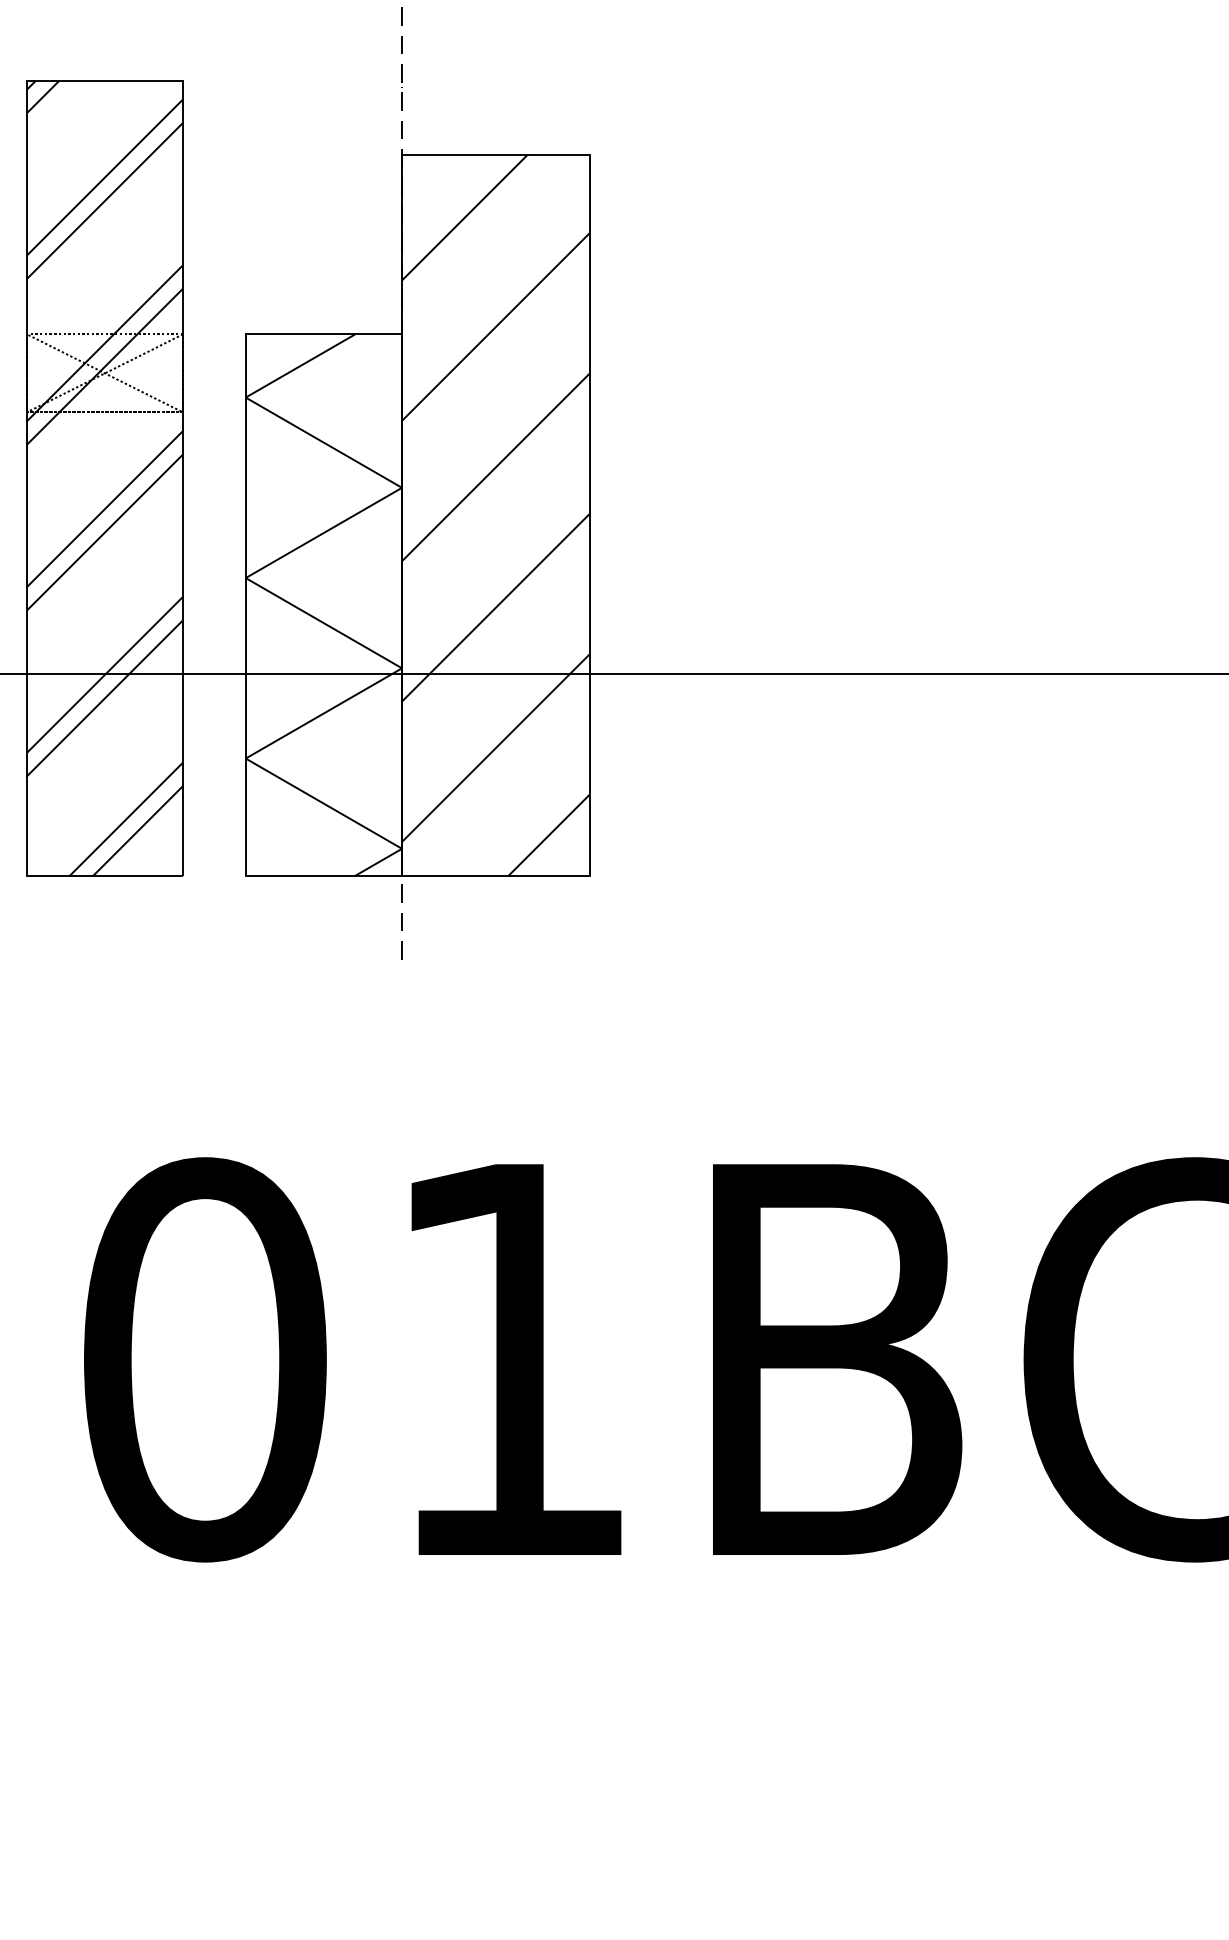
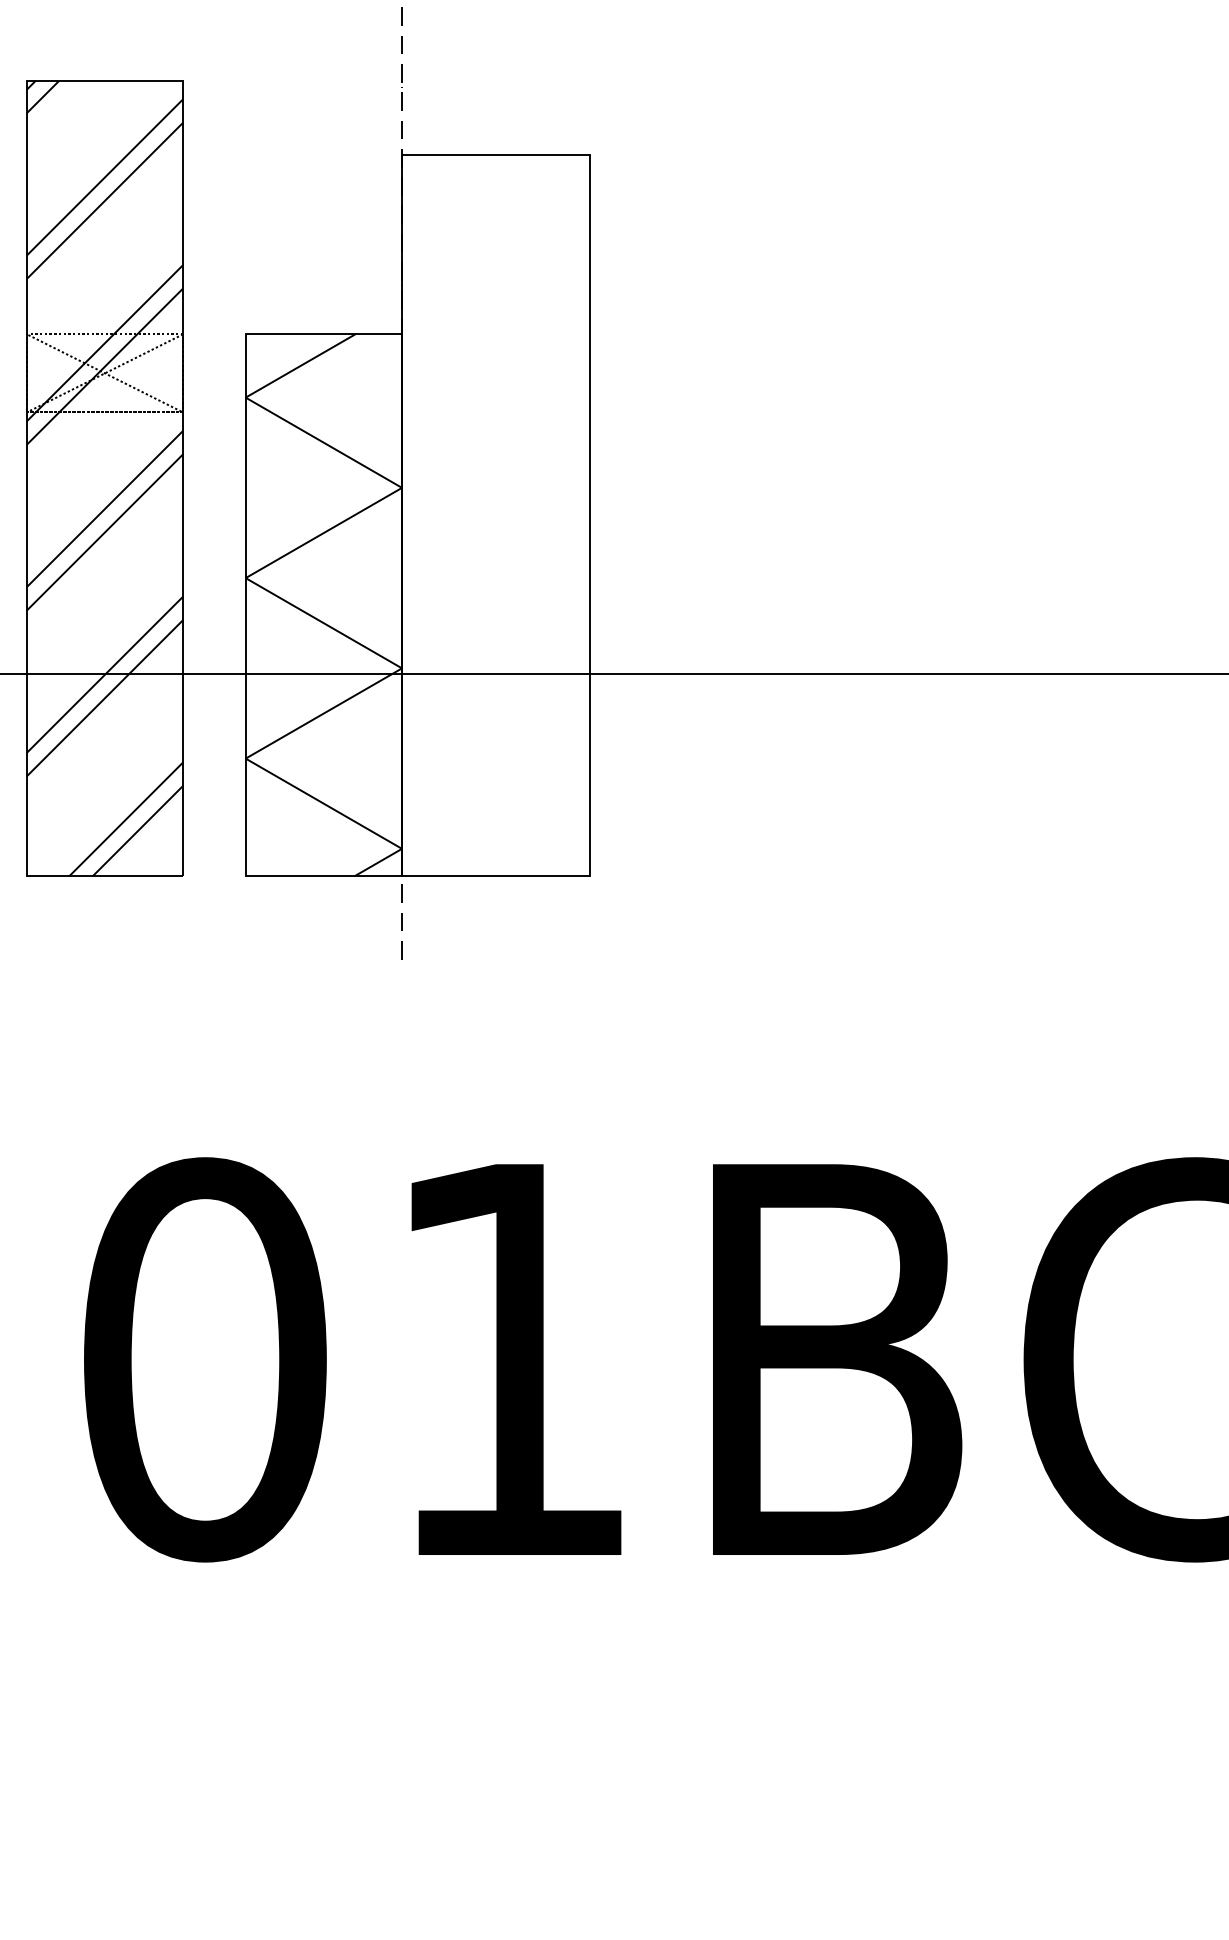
hatch at (495, 515): present -> none
